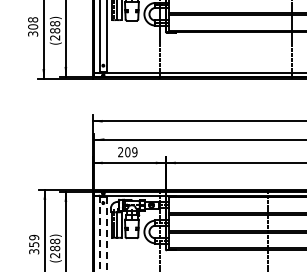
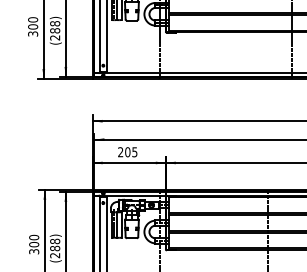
text at (32, 19): 308 -> 300
text at (134, 151): 209 -> 205
line at (100, 233): dashed -> solid
line at (106, 234): dashed -> solid
text at (34, 241): 359 -> 300
